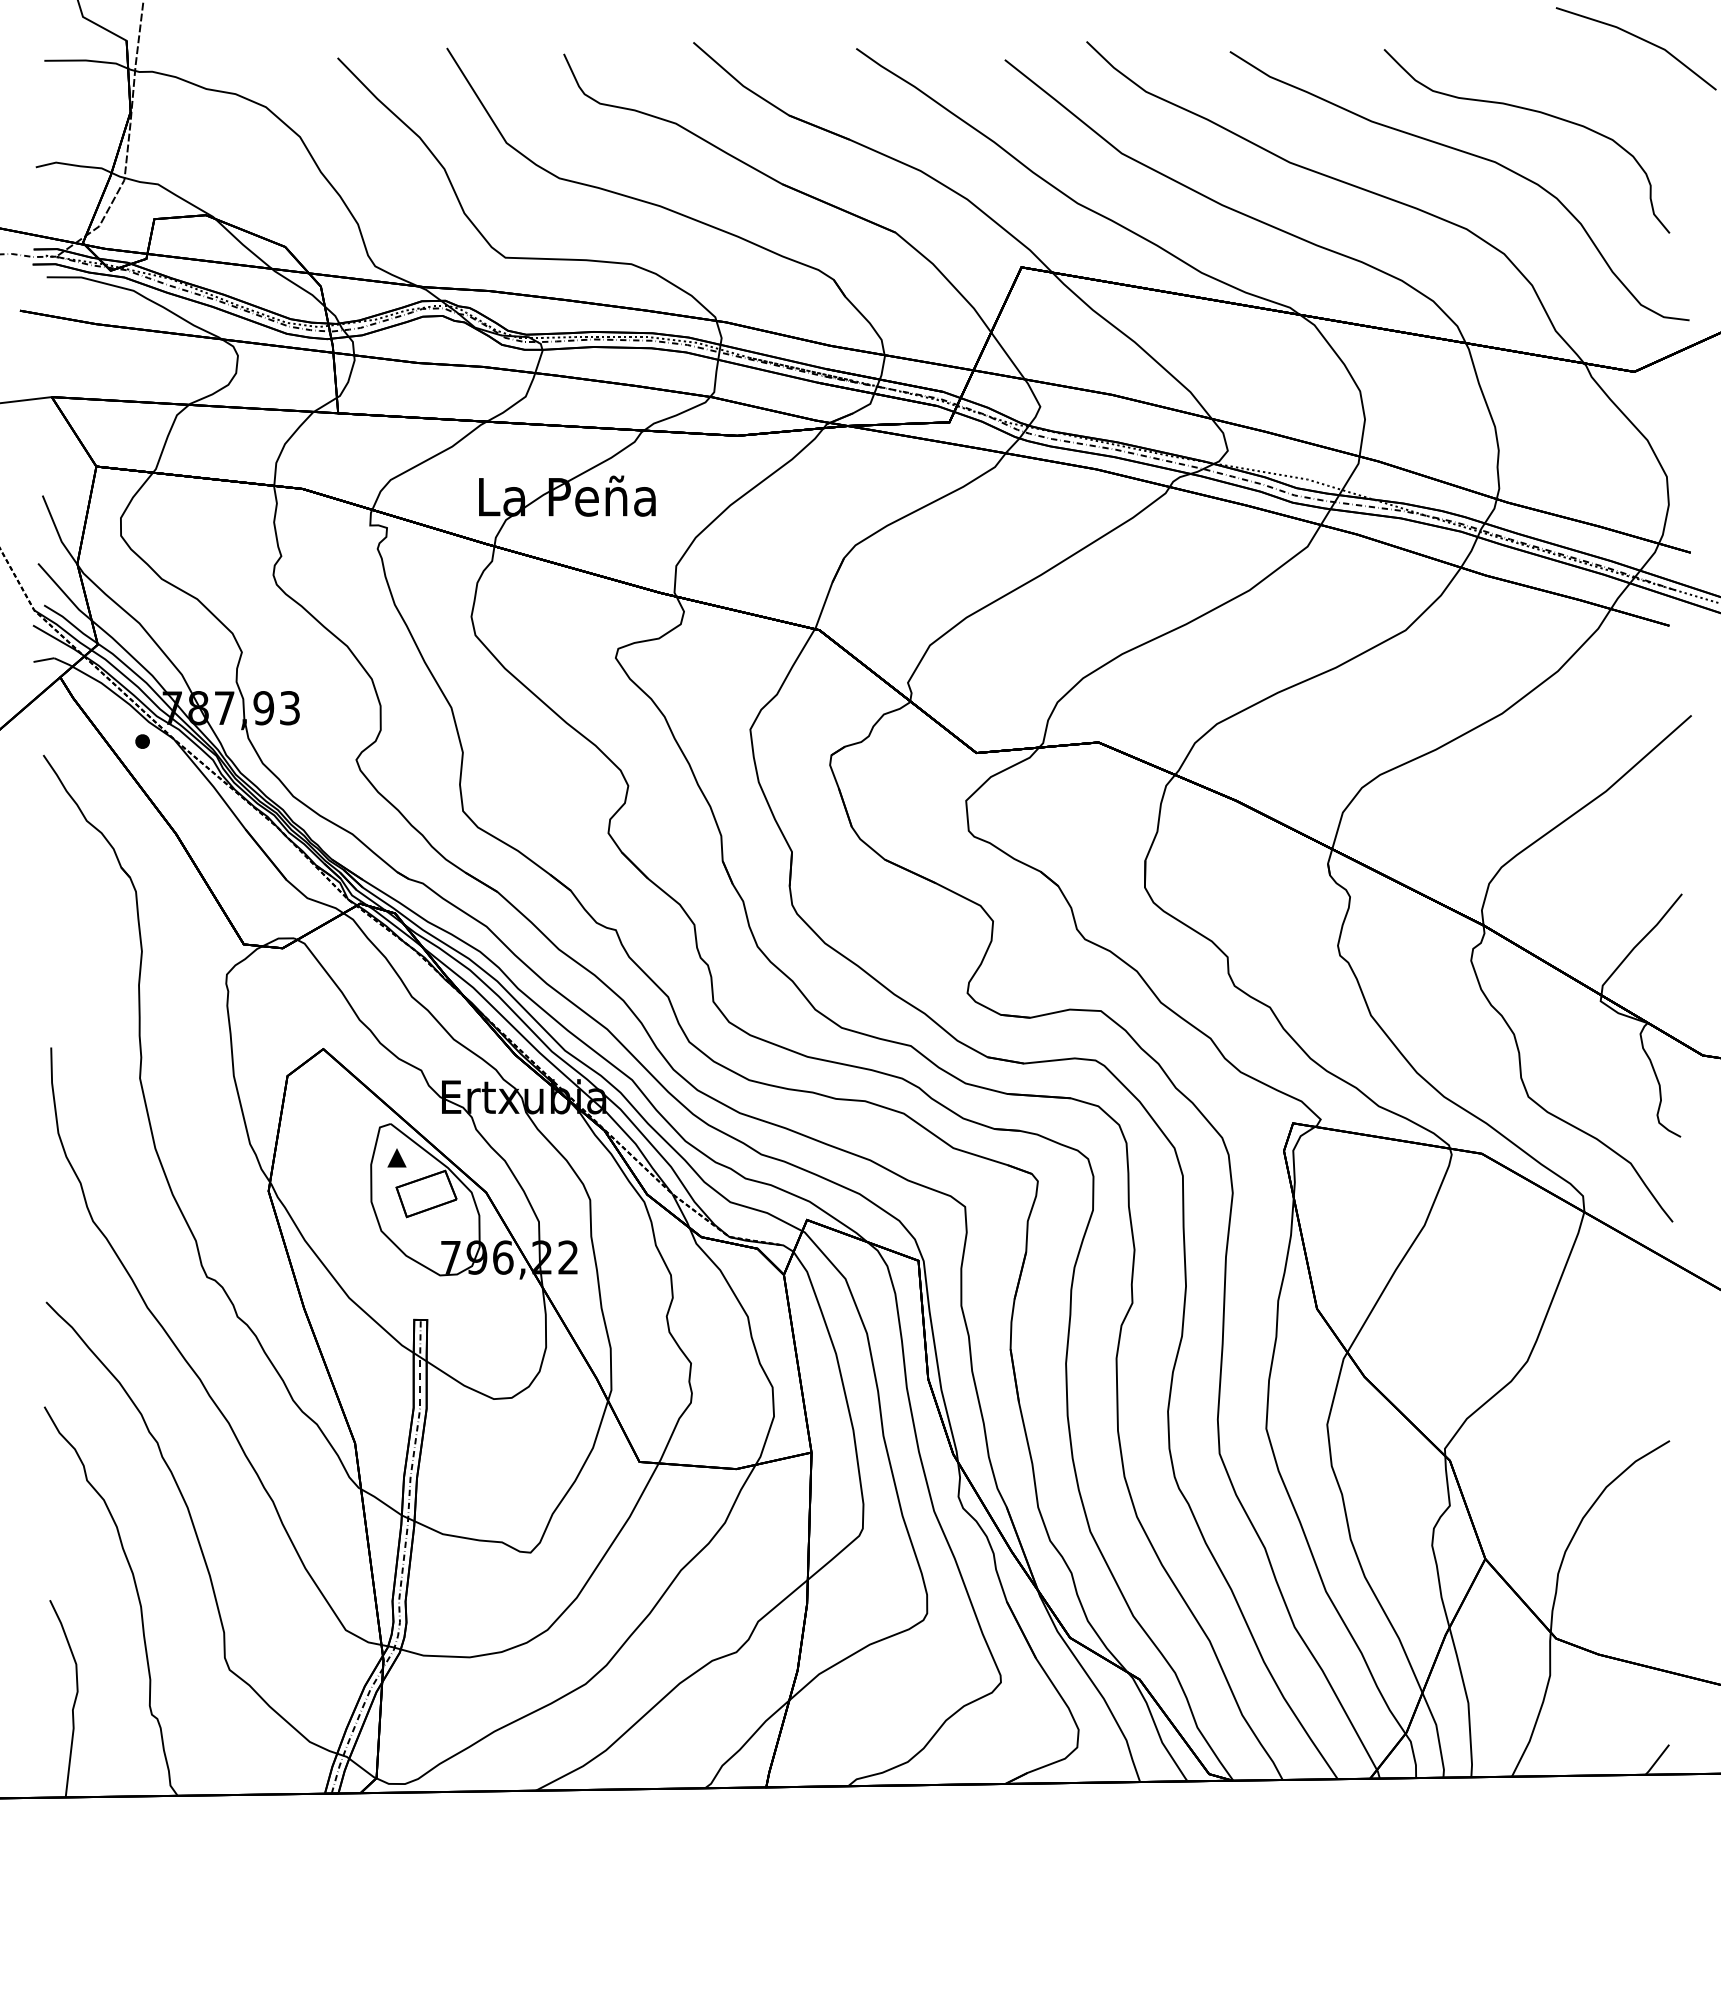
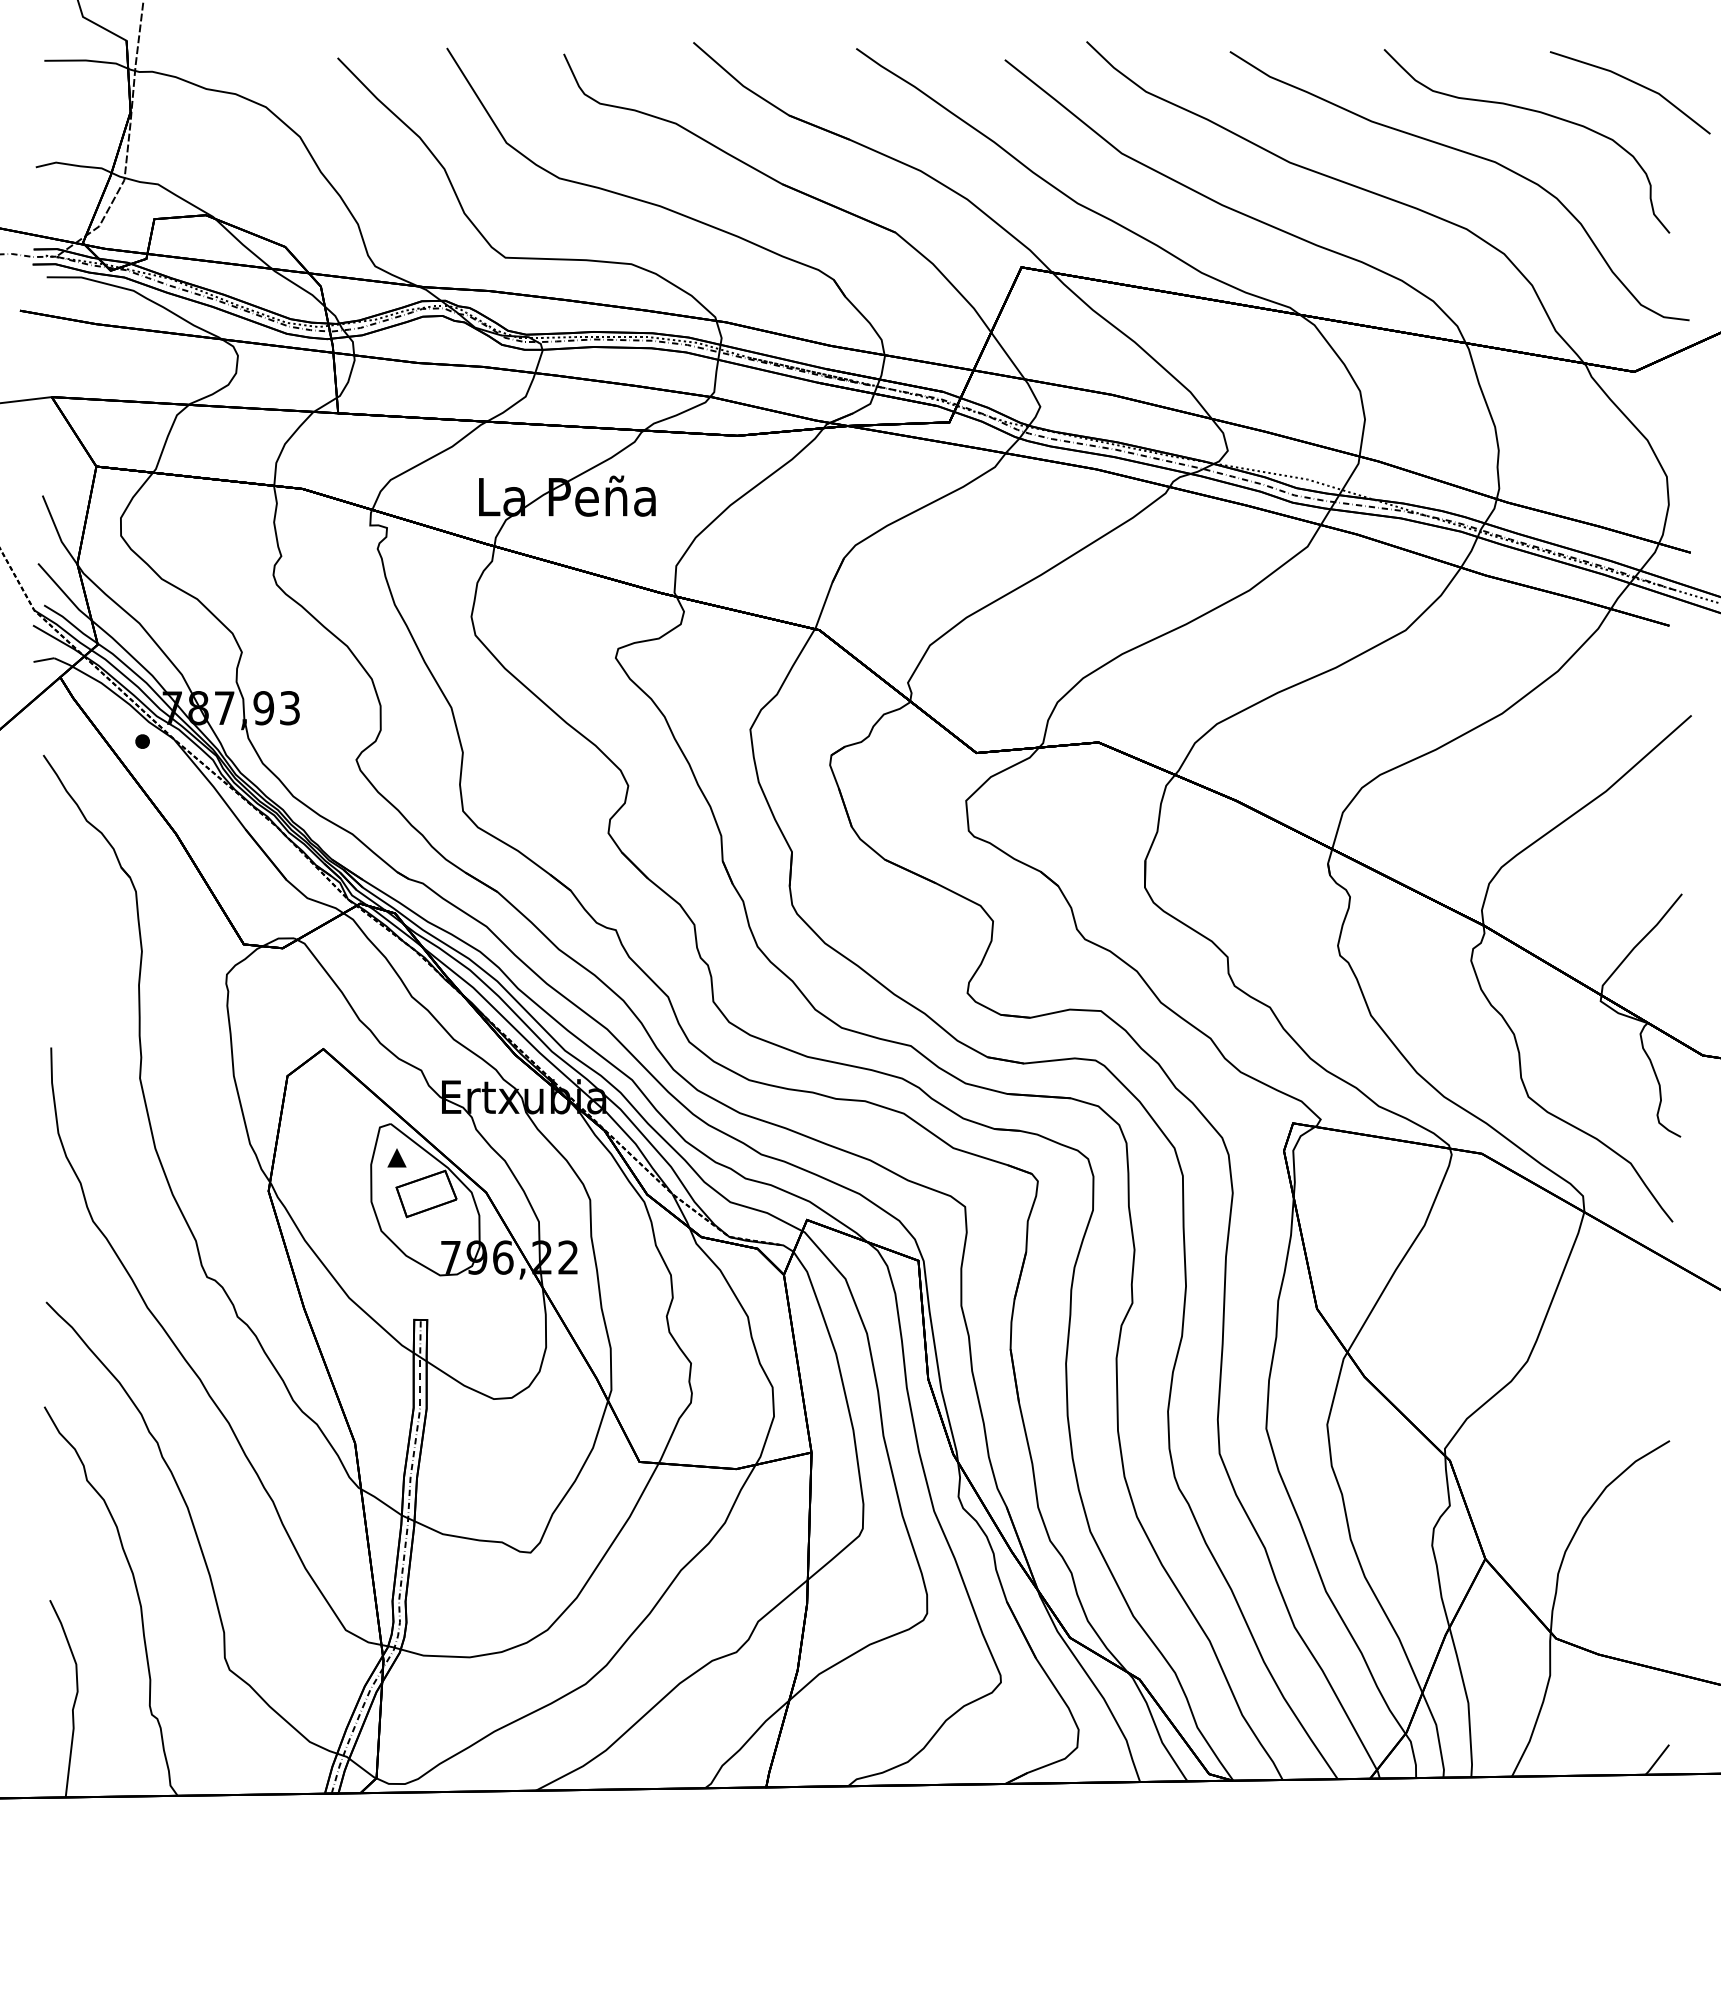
line at (1640, 39) position: (1640, 39) -> (1634, 83)
